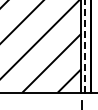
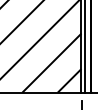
line at (85, 45): dashed -> solid
